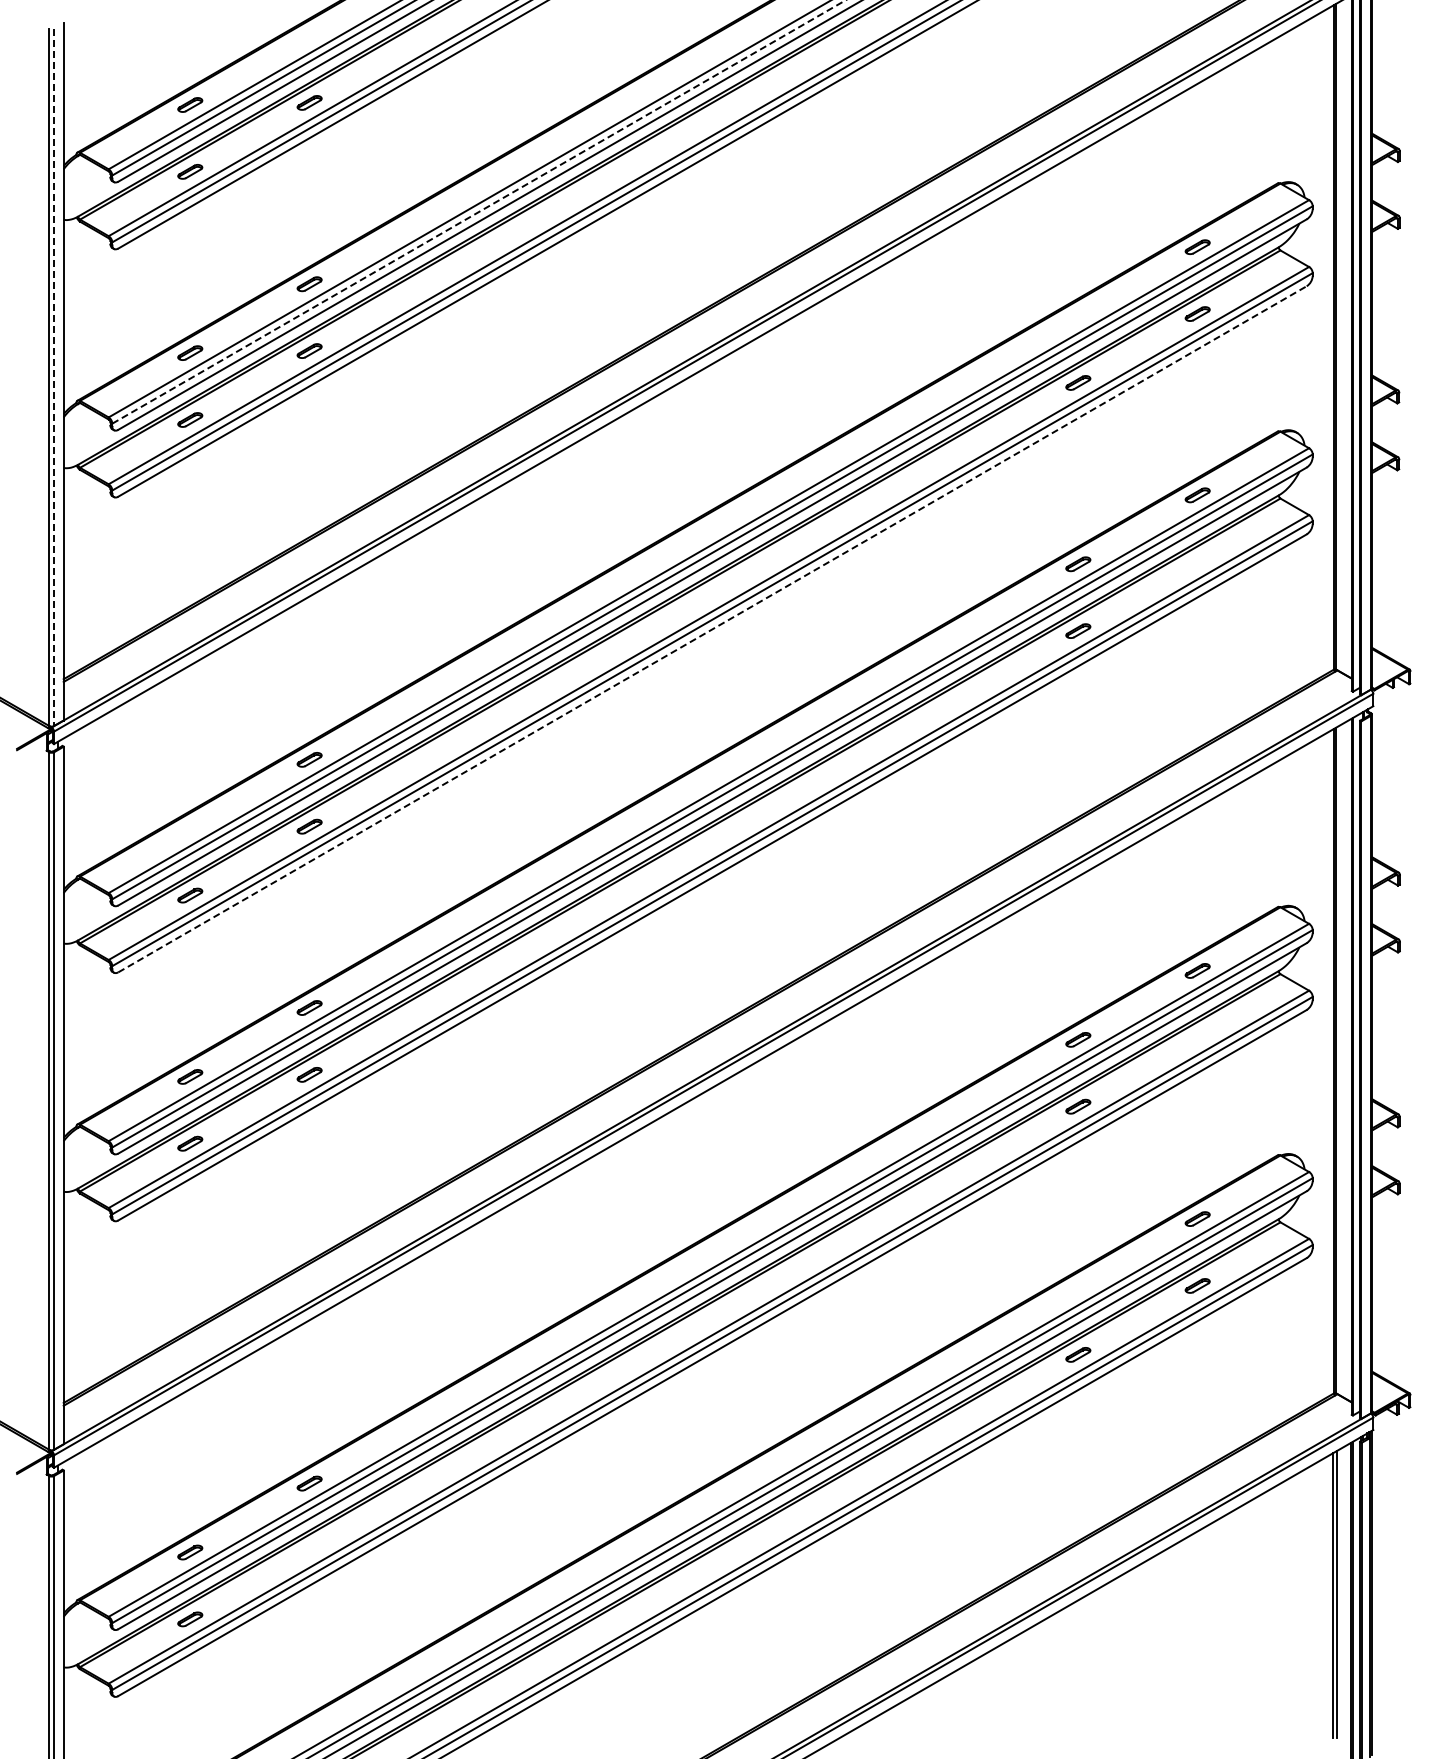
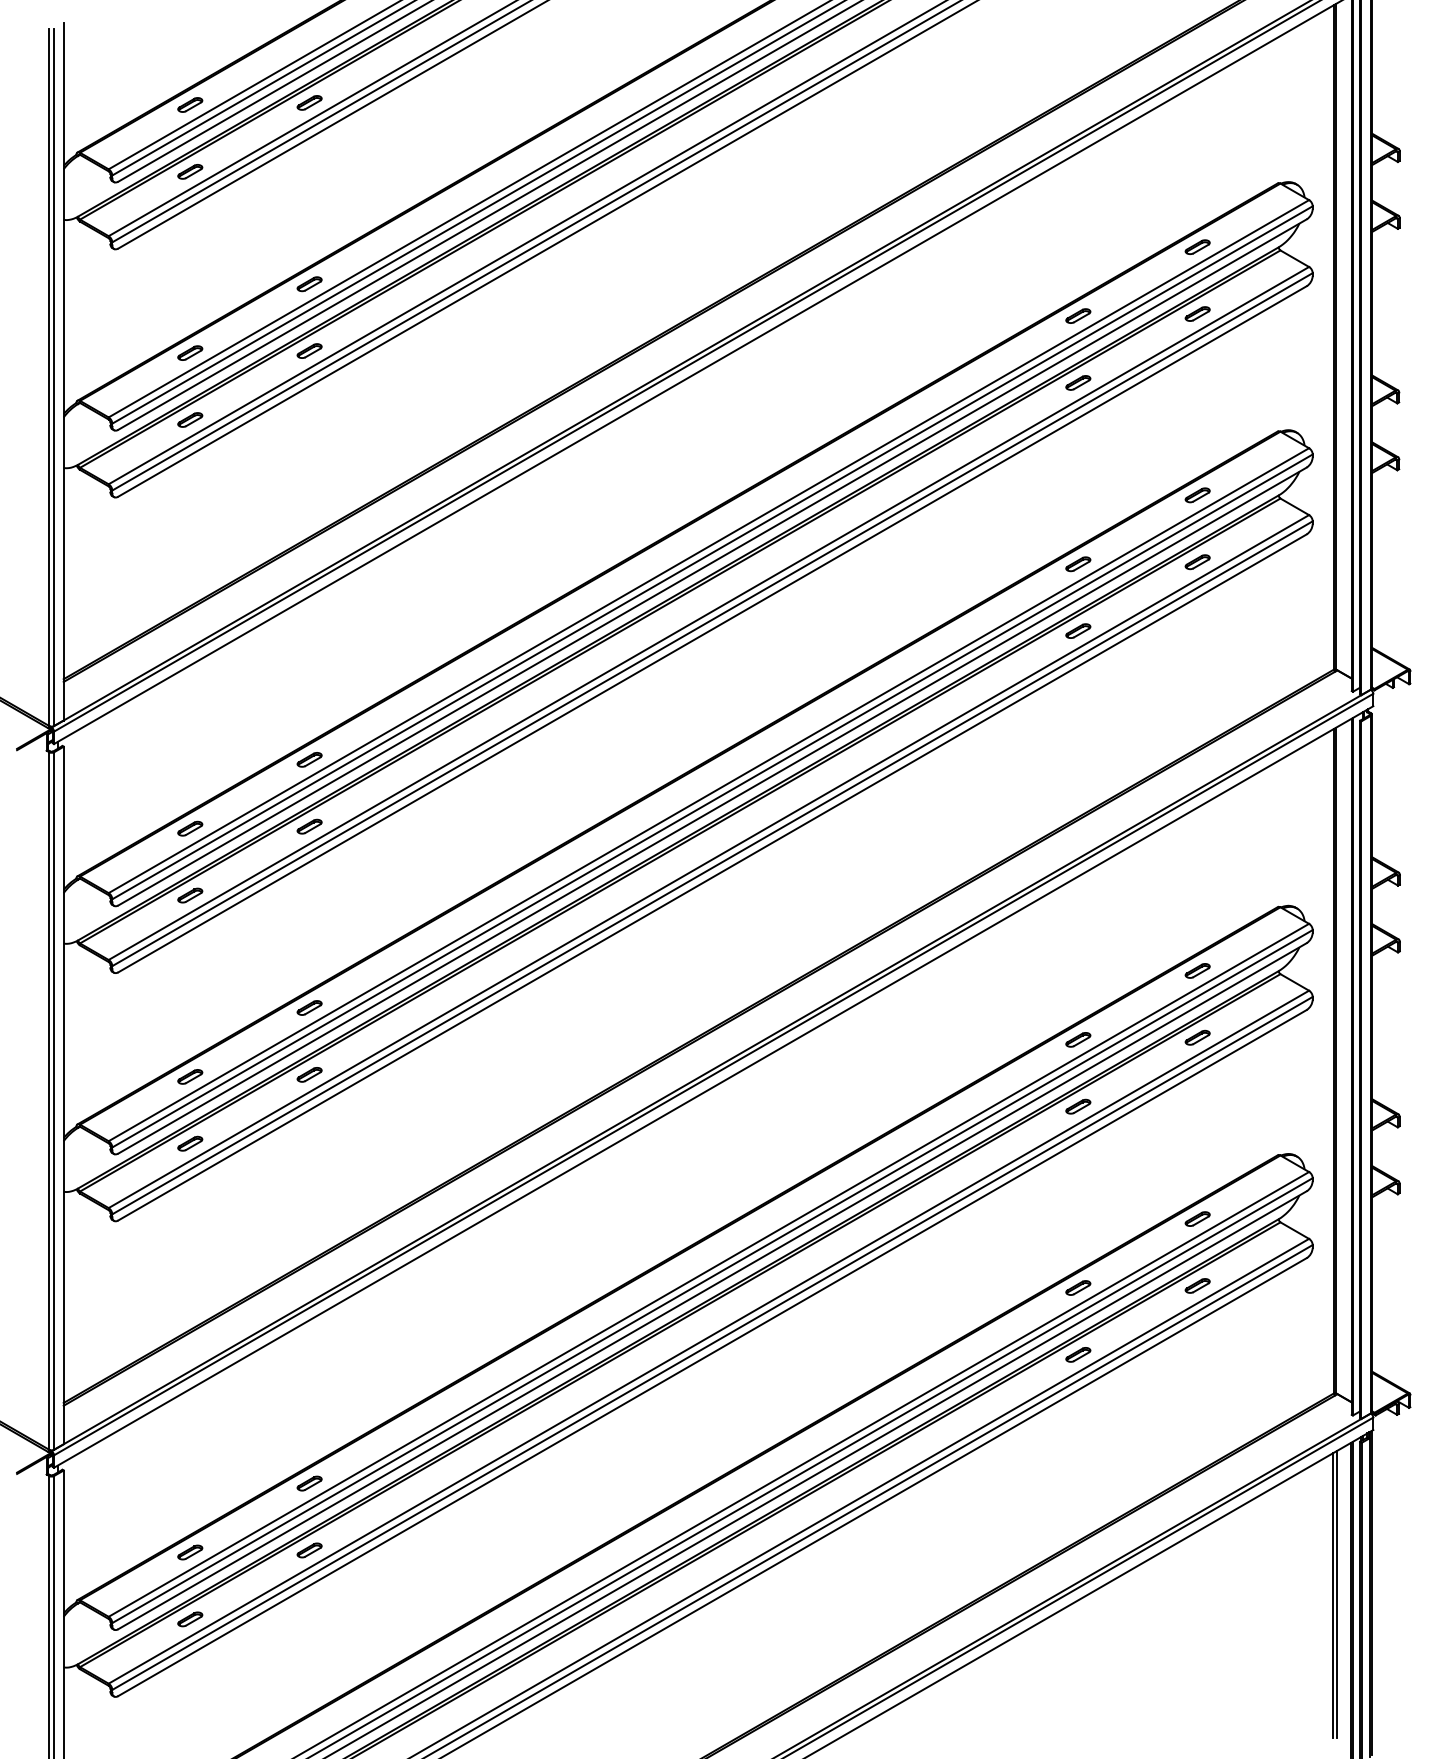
line at (479, 211): dashed -> solid
part at (1078, 315): none -> present
line at (54, 377): dashed -> solid
part at (1197, 562): none -> present
line at (712, 629): dashed -> solid
part at (190, 828): none -> present
part at (1197, 1037): none -> present
part at (1078, 1287): none -> present
part at (309, 1550): none -> present
